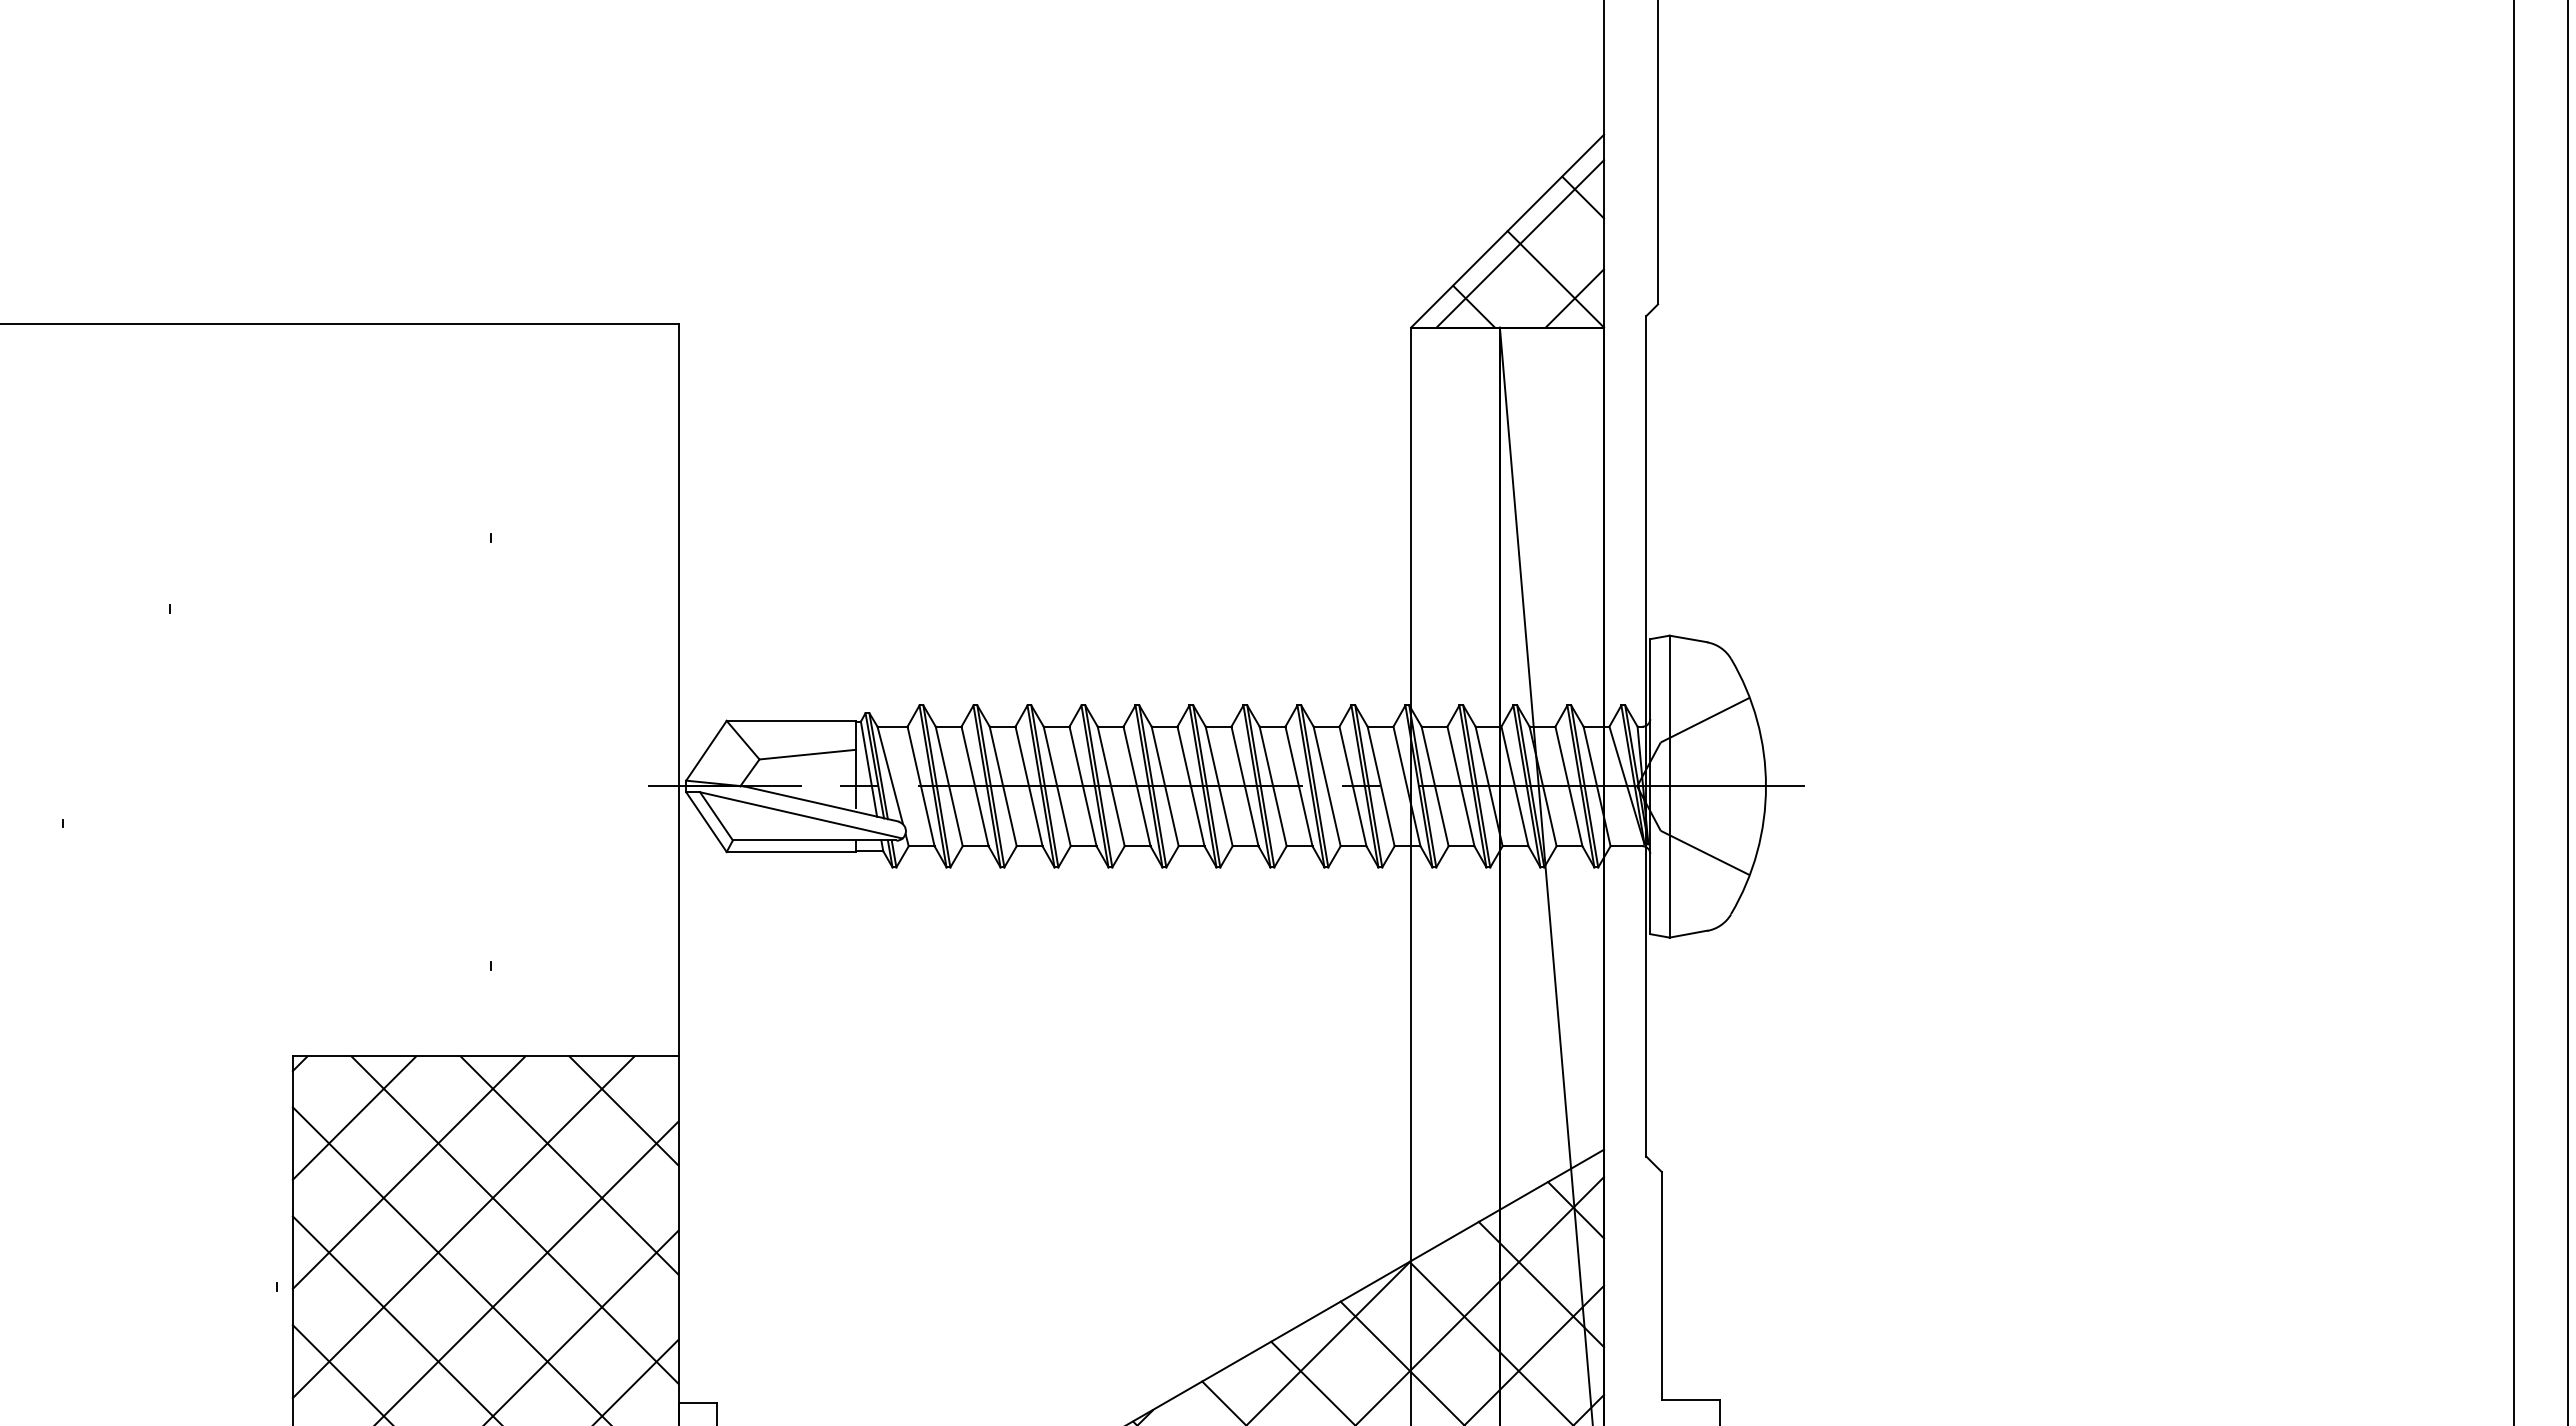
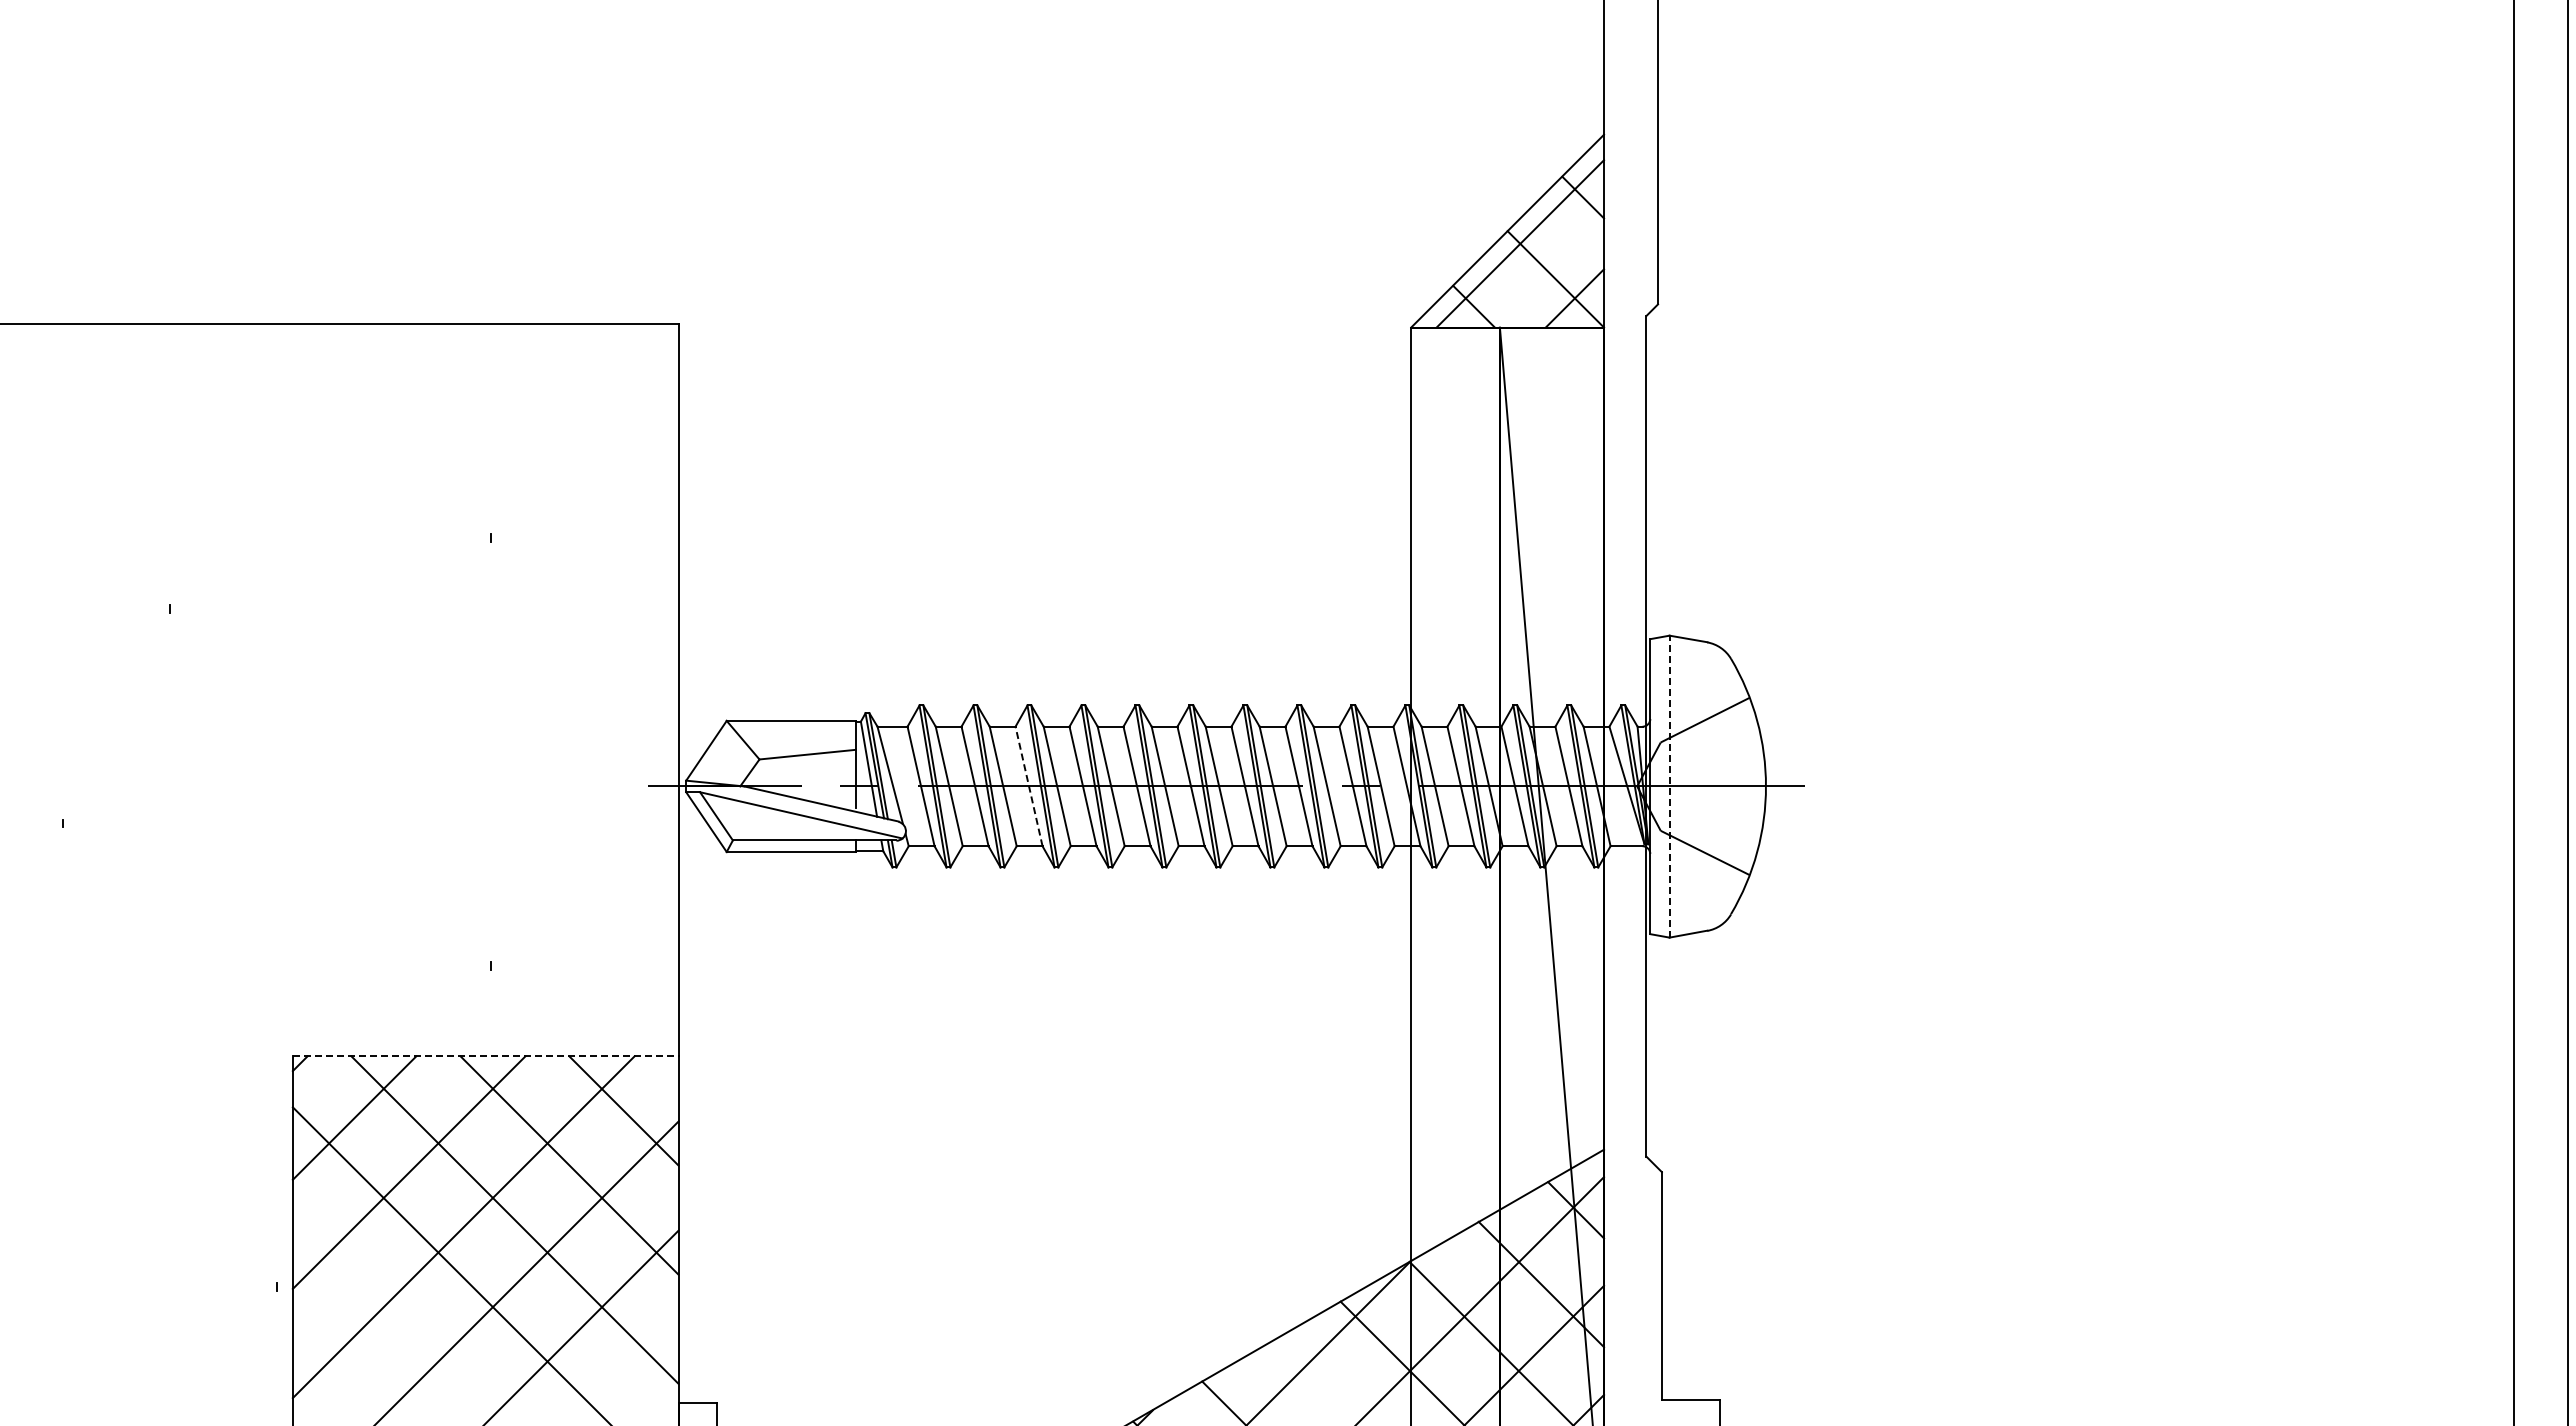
line at (1028, 785): solid -> dashed
line at (1669, 786): solid -> dashed
line at (485, 1056): solid -> dashed
line at (395, 1319): present -> none
line at (341, 1373): present -> none
line at (636, 1380): present -> none
line at (1311, 1381): present -> none
